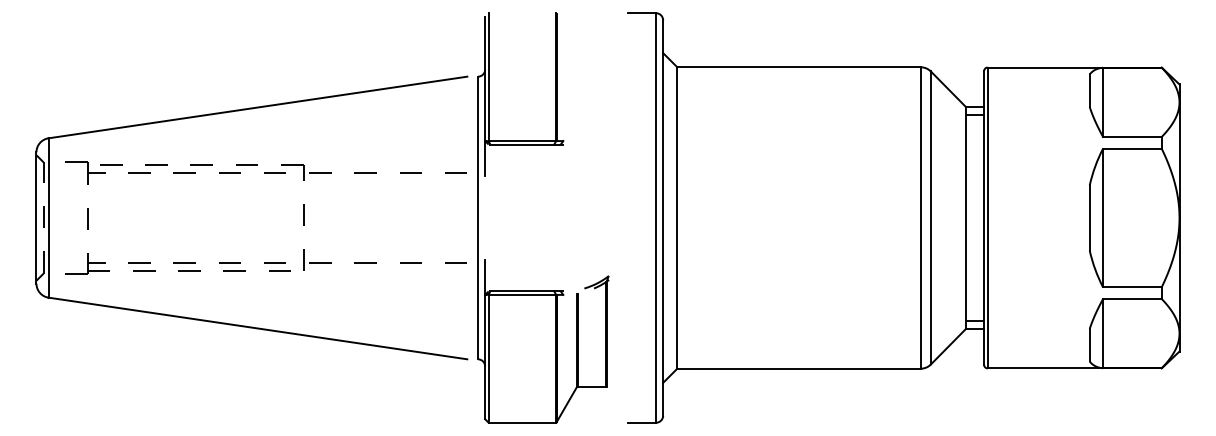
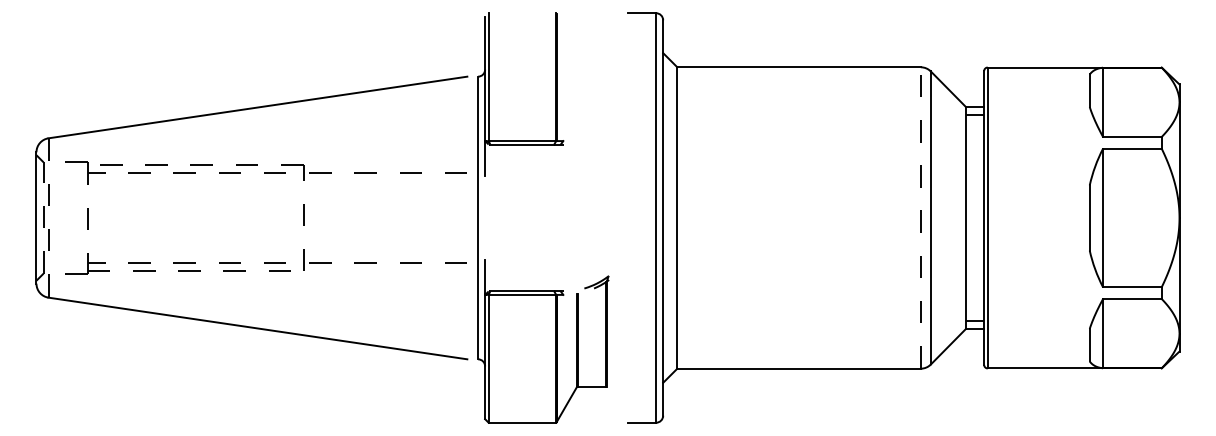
line at (48, 218): solid -> dashed
line at (920, 218): solid -> dashed
